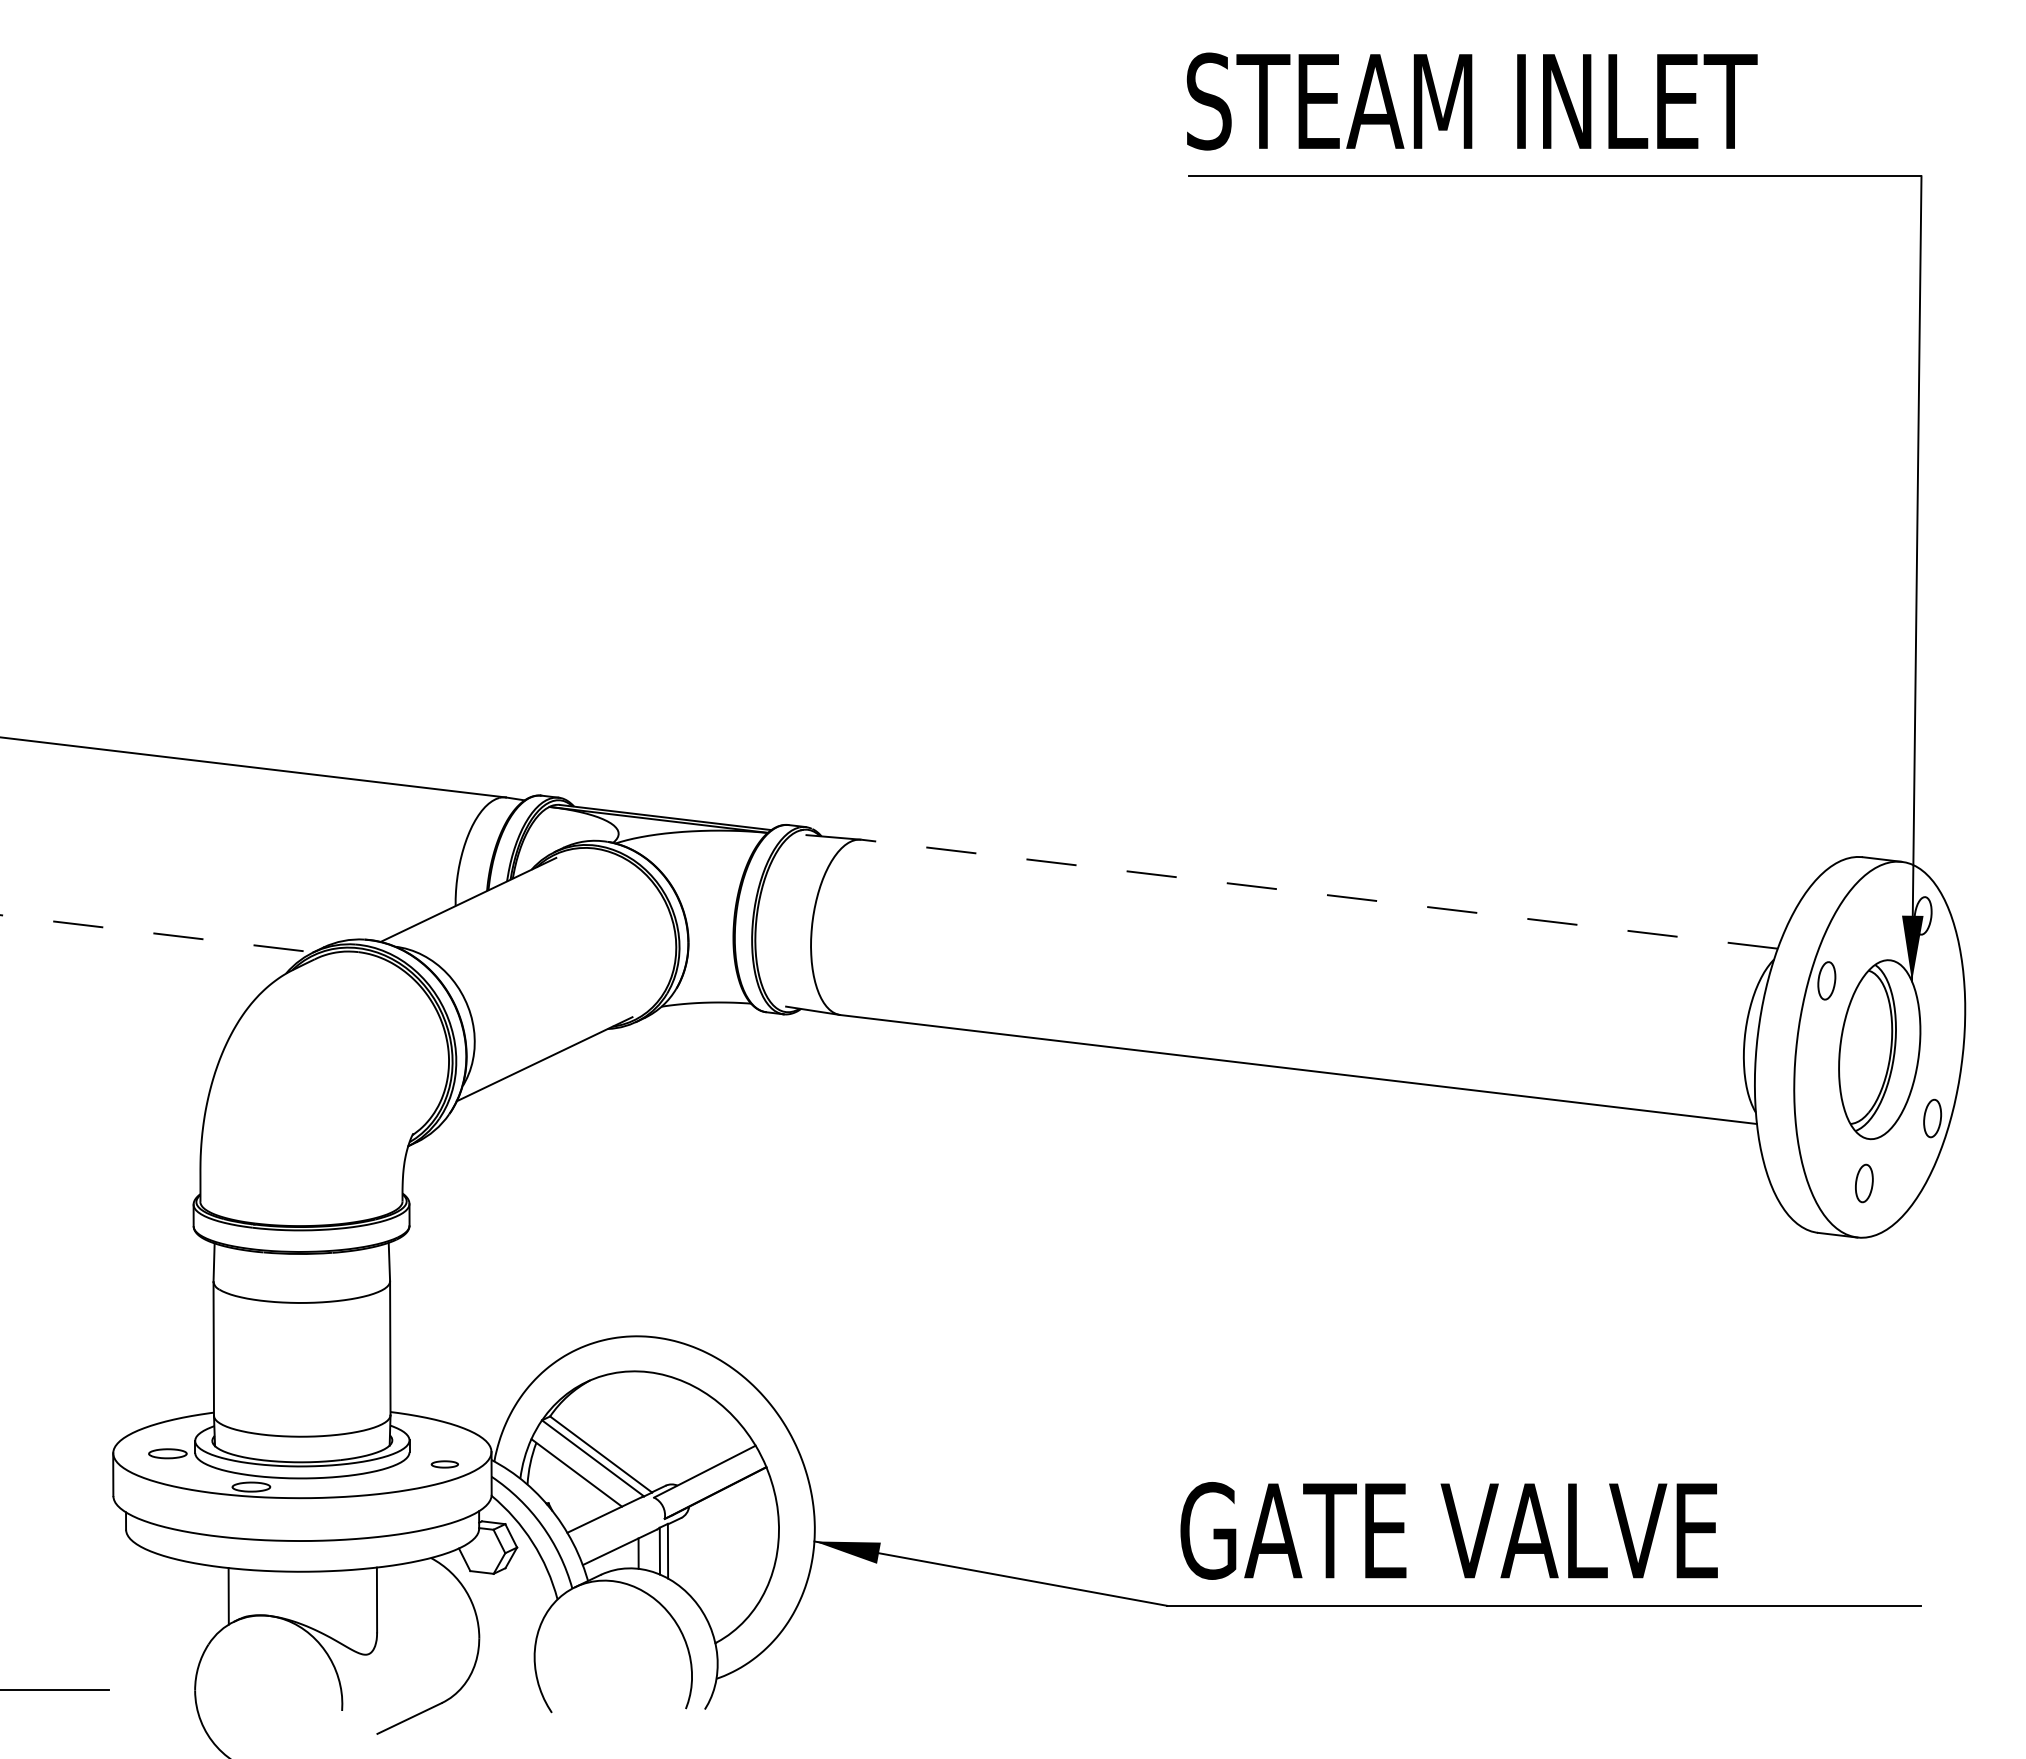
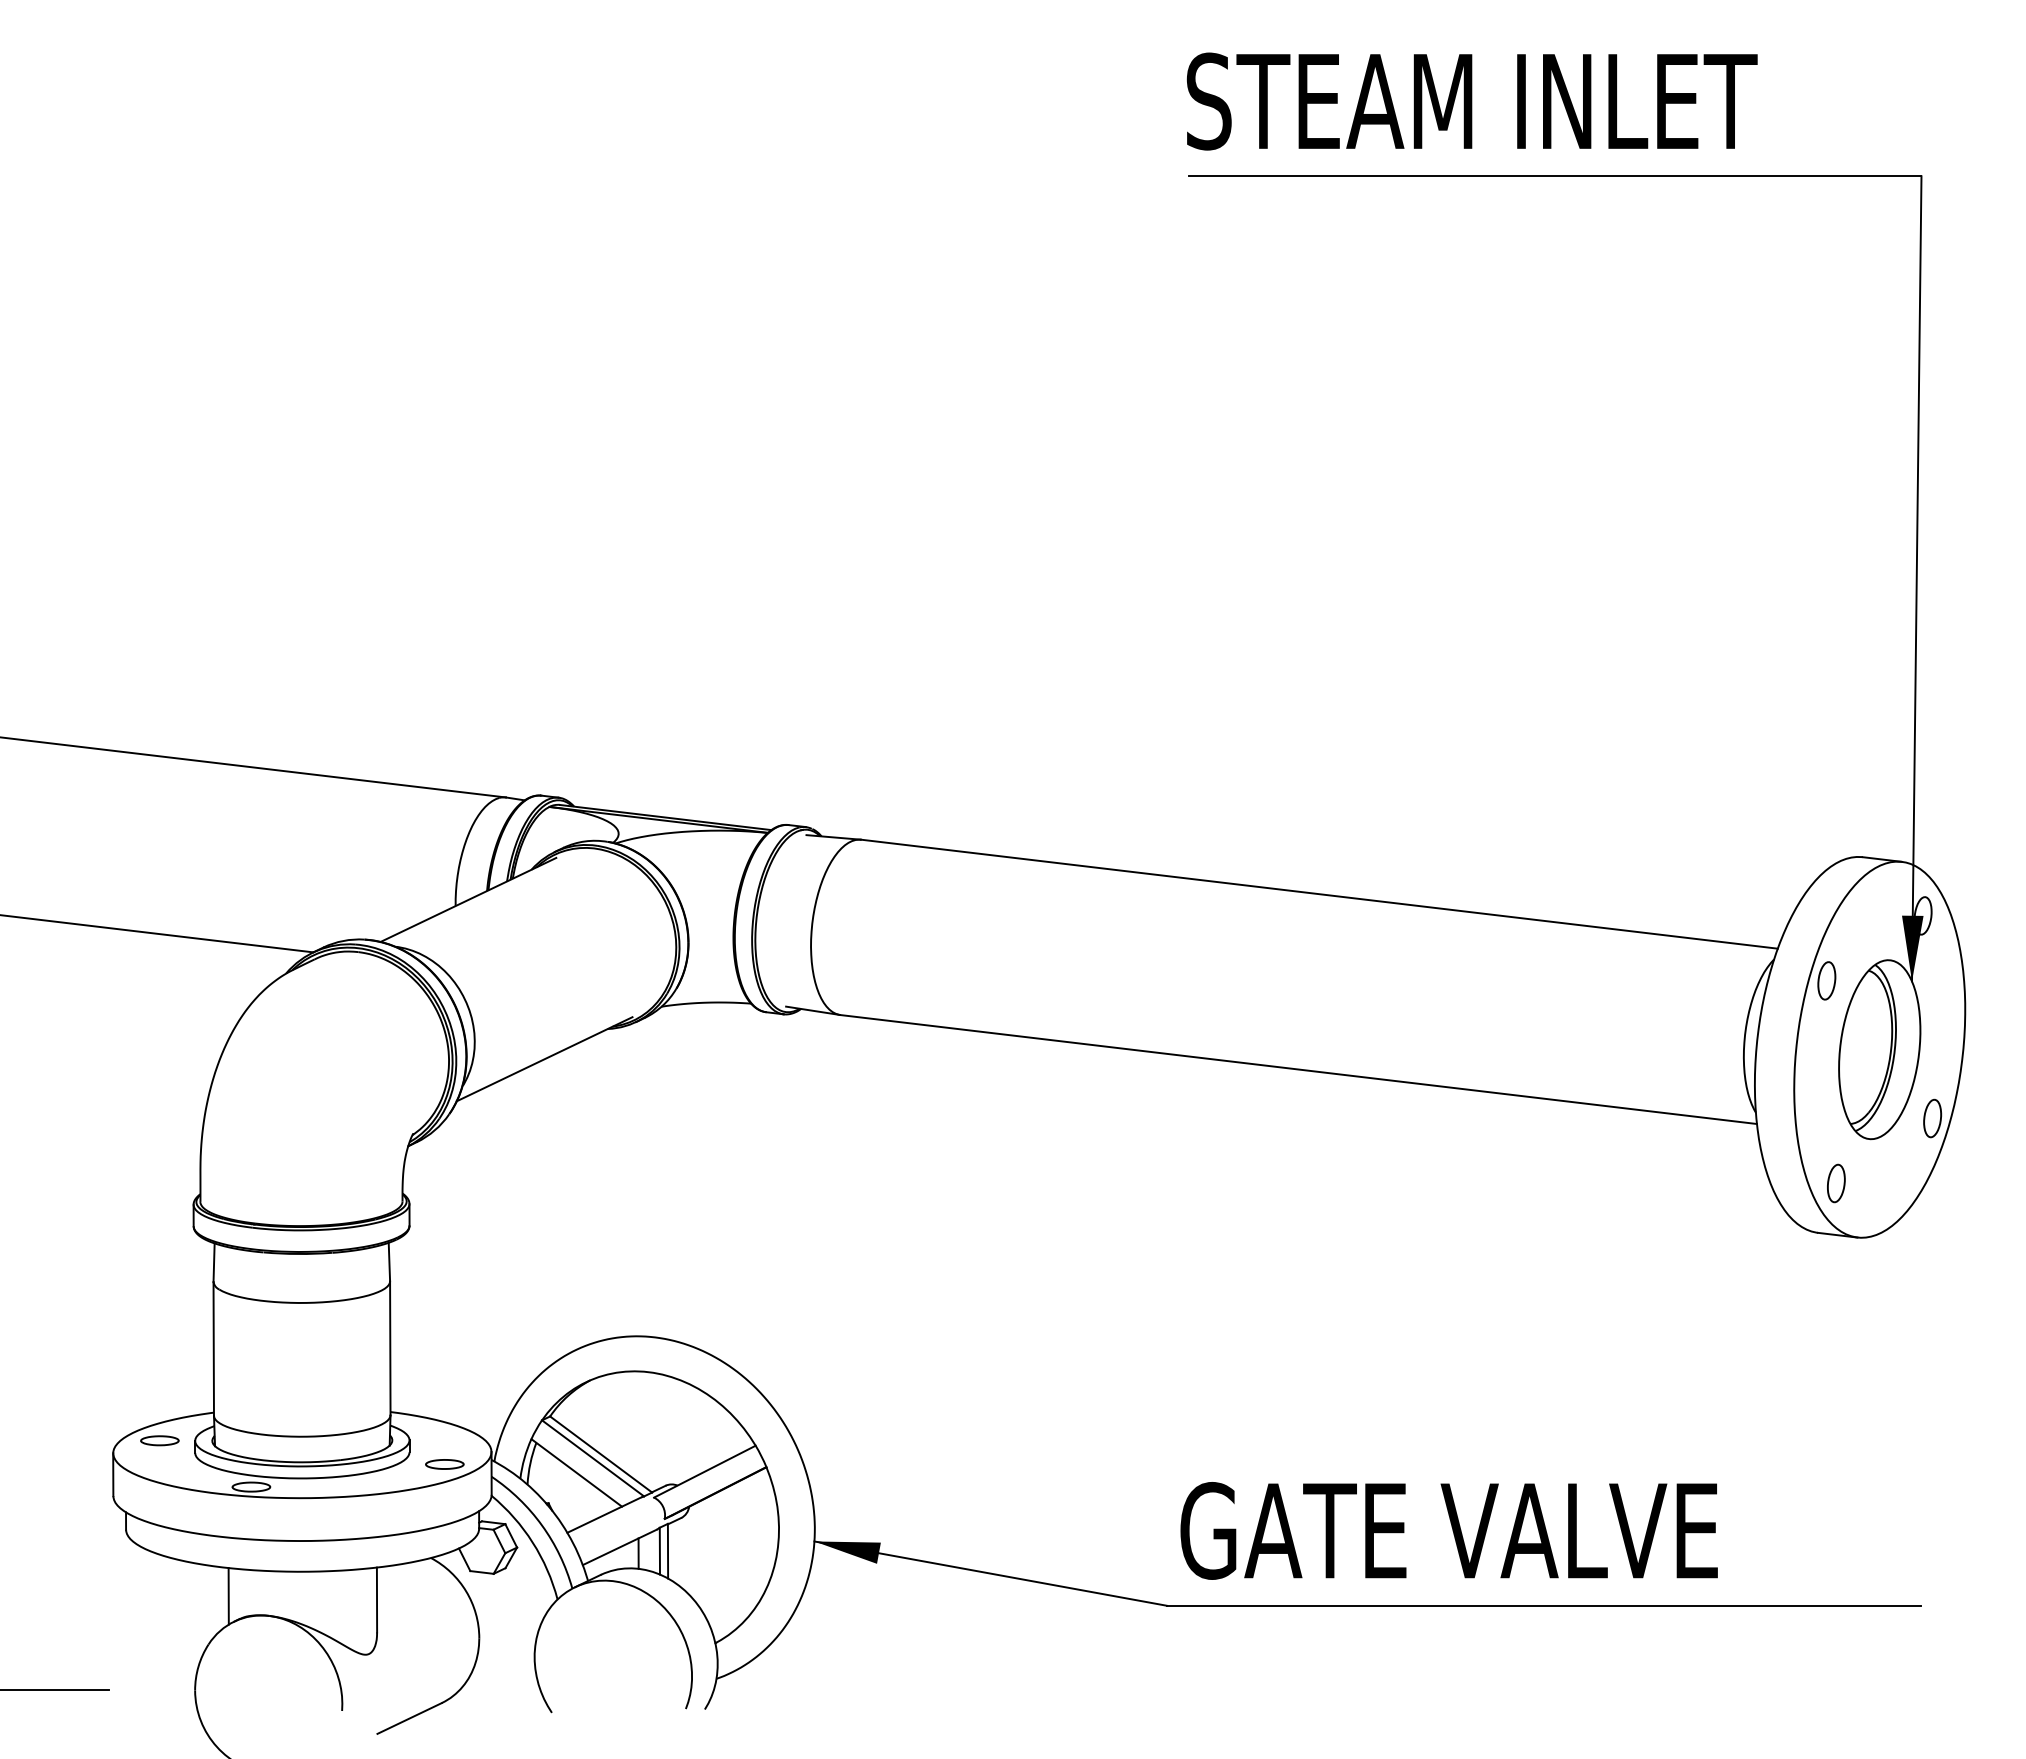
line at (1319, 894): dashed -> solid
line at (157, 933): dashed -> solid
part at (1864, 1183) position: (1864, 1183) -> (1836, 1183)
part at (167, 1453) position: (167, 1453) -> (159, 1440)
part at (444, 1464) size: 29x9 px -> 40x11 px
